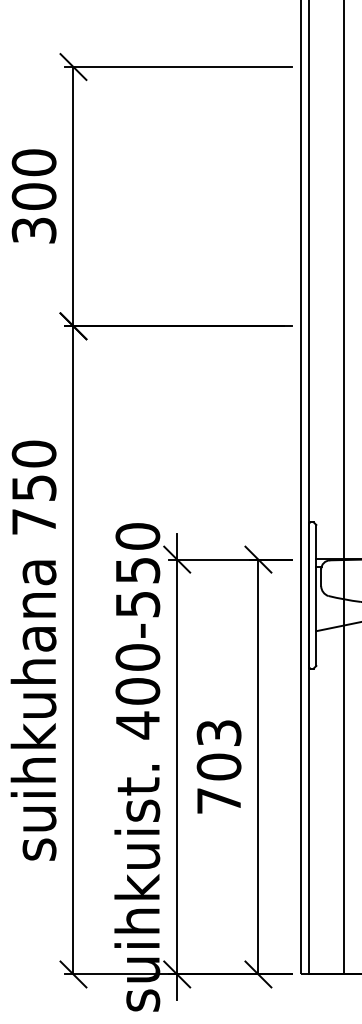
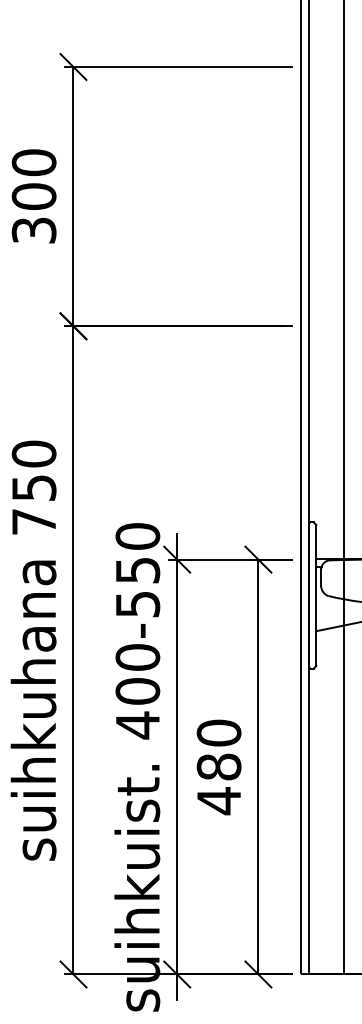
text at (218, 767): 703 -> 480
